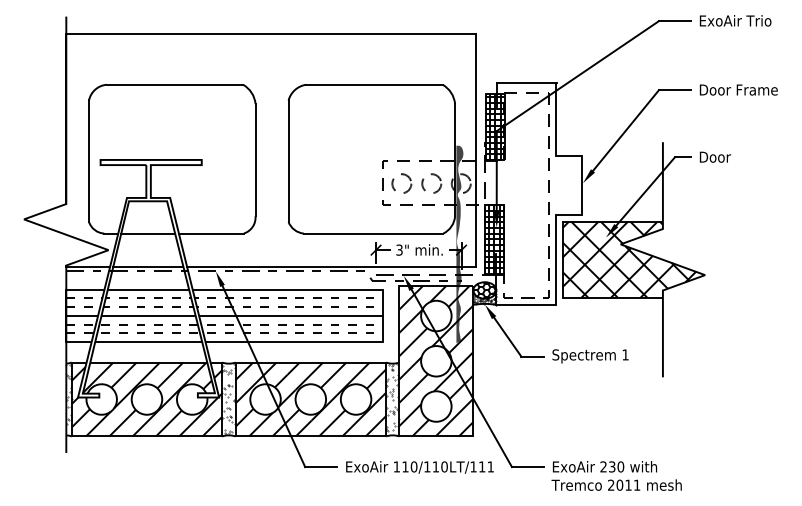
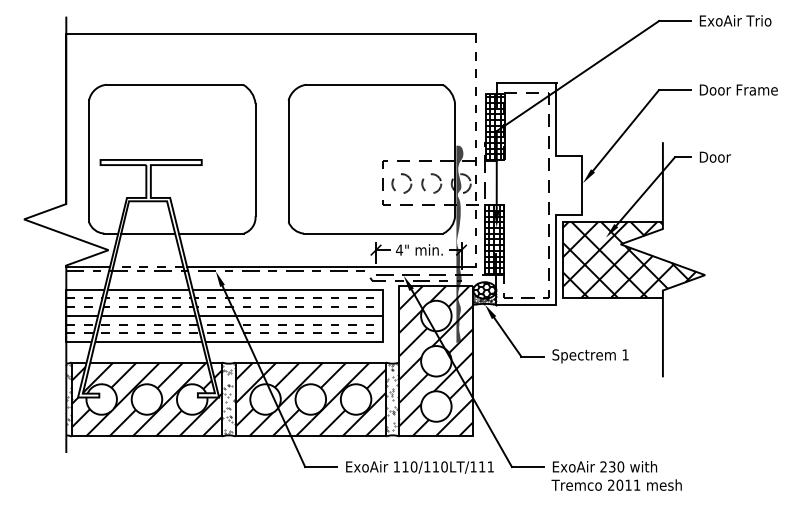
line at (476, 150): solid -> dashed
text at (399, 249): 3" -> 4"
line at (148, 266): solid -> dashed
